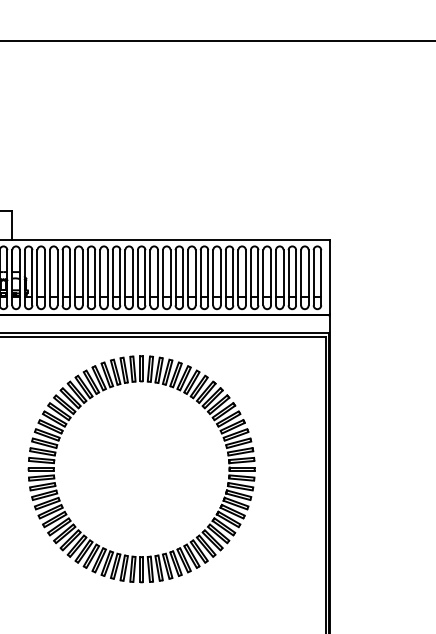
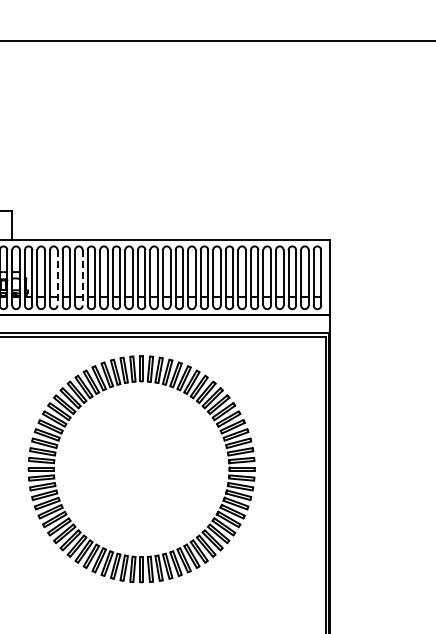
line at (57, 277): solid -> dashed
line at (82, 277): solid -> dashed
